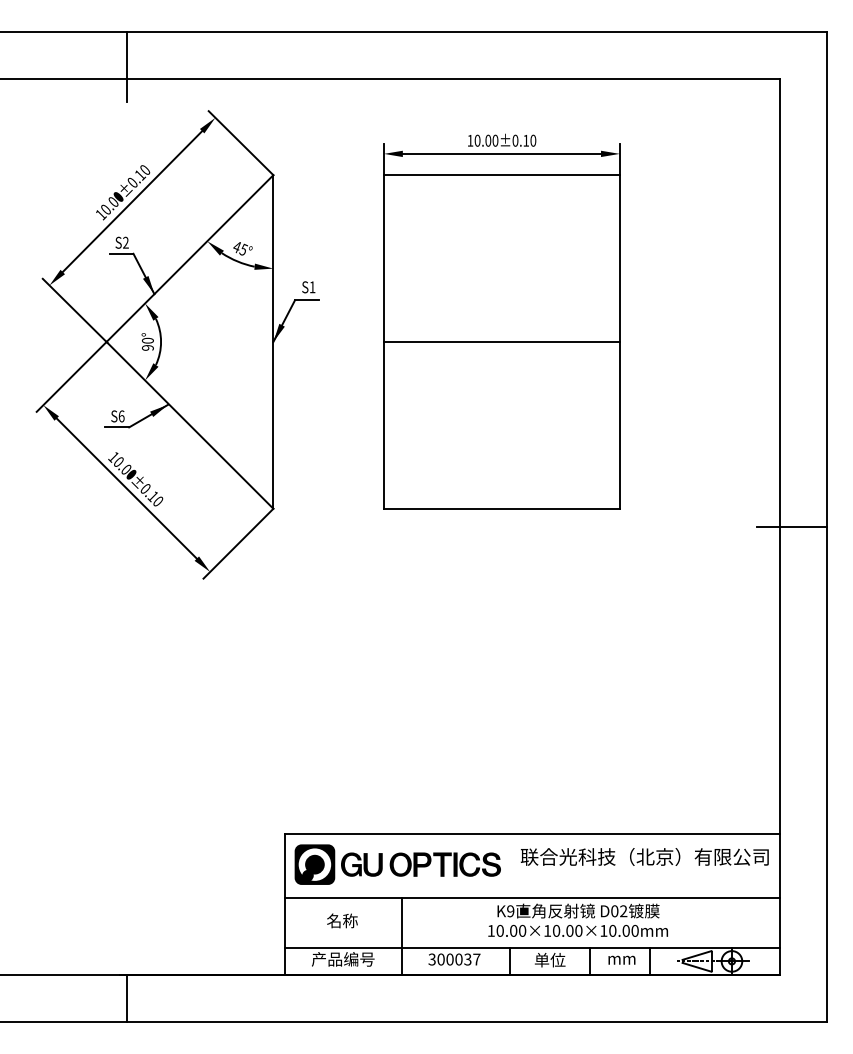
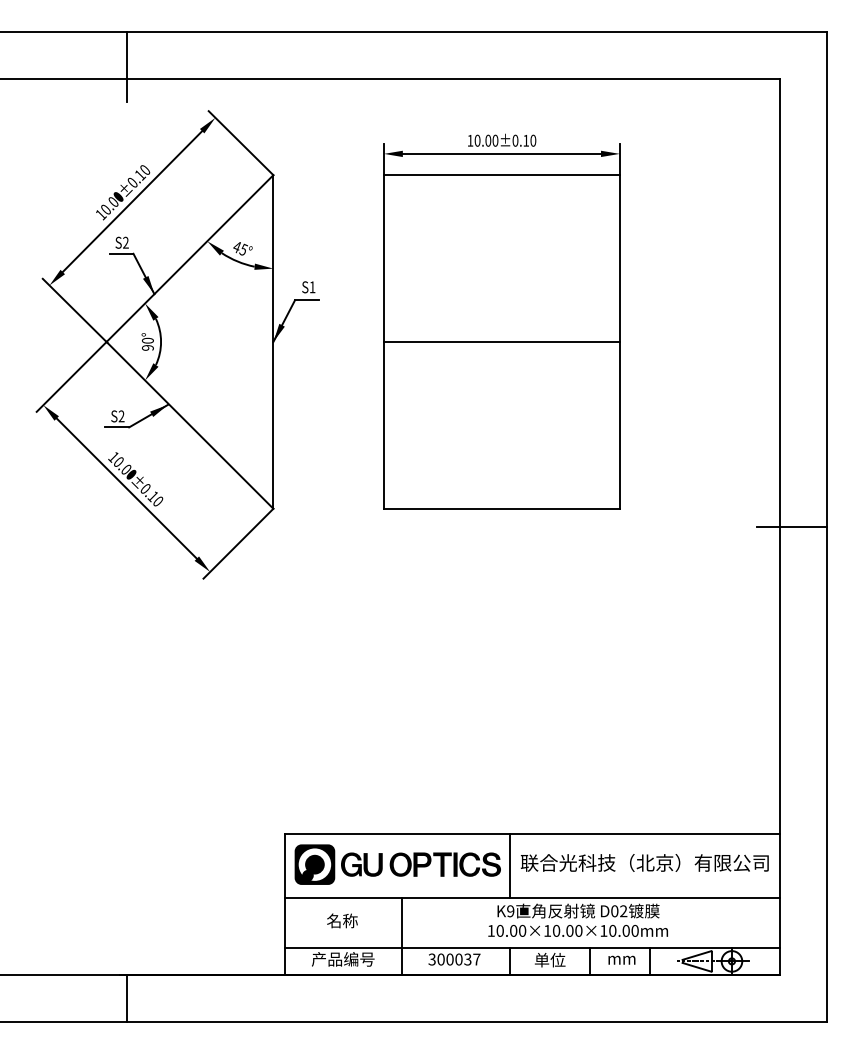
text at (121, 416): S6 -> S2
text at (644, 856) position: (644, 856) -> (644, 862)
line at (509, 865): none -> present
